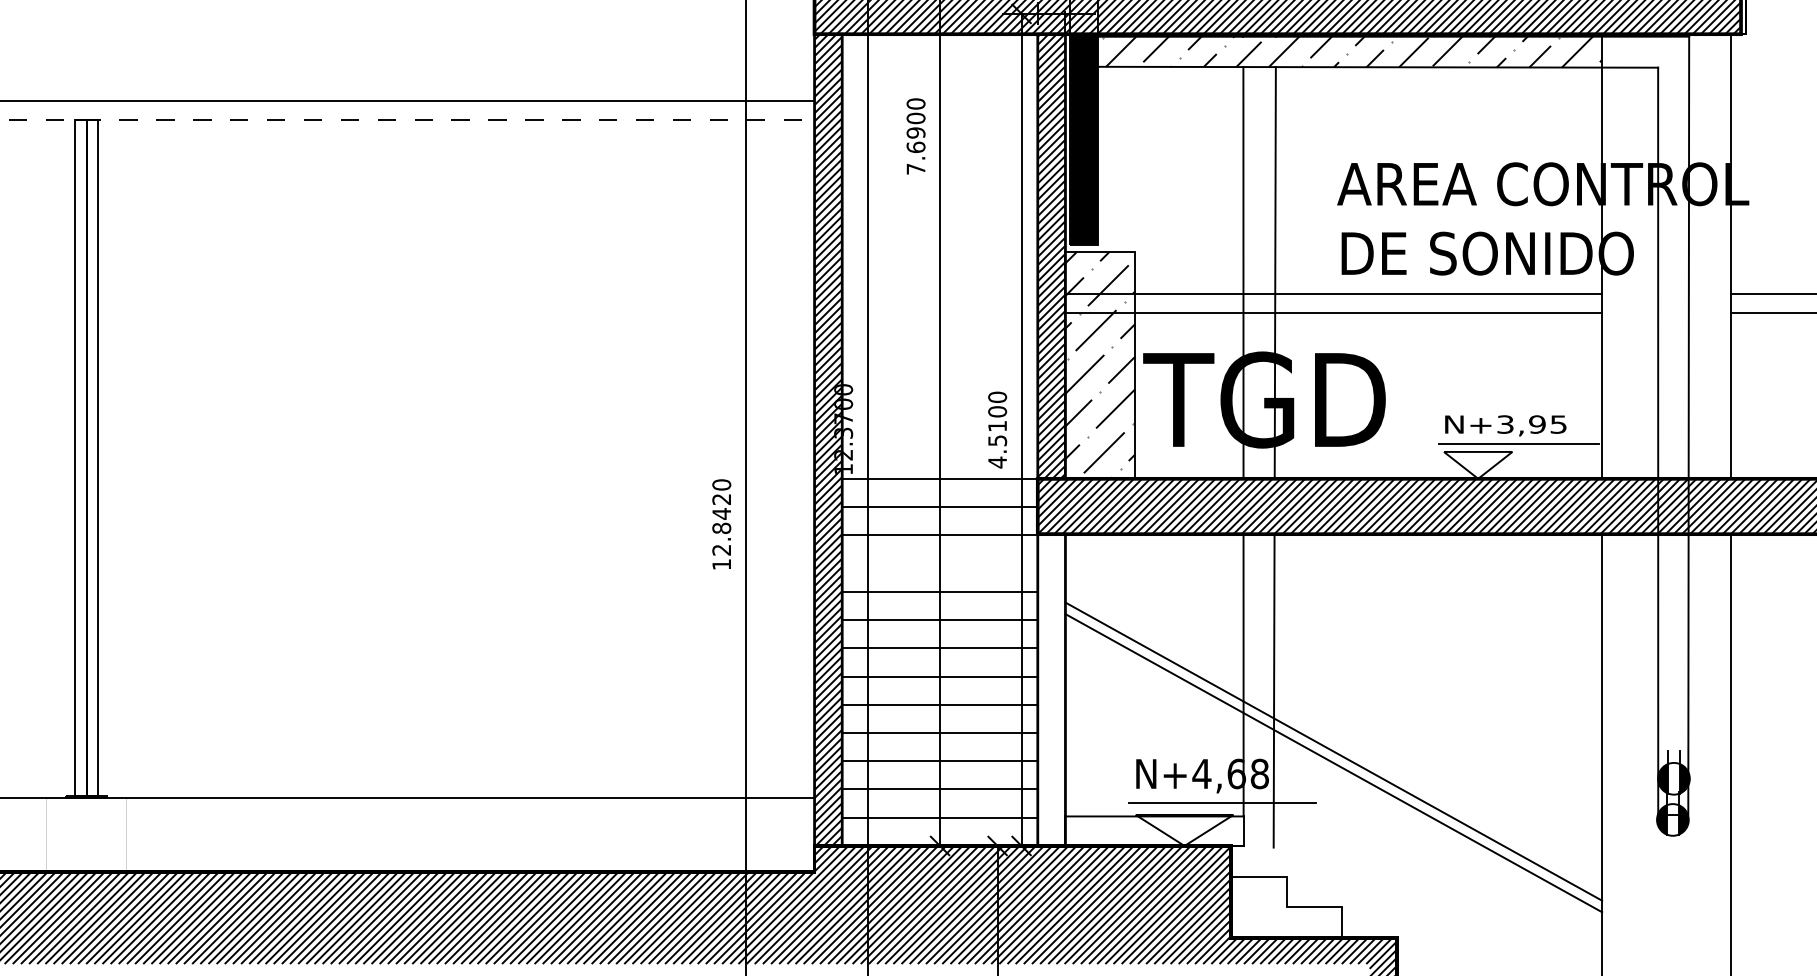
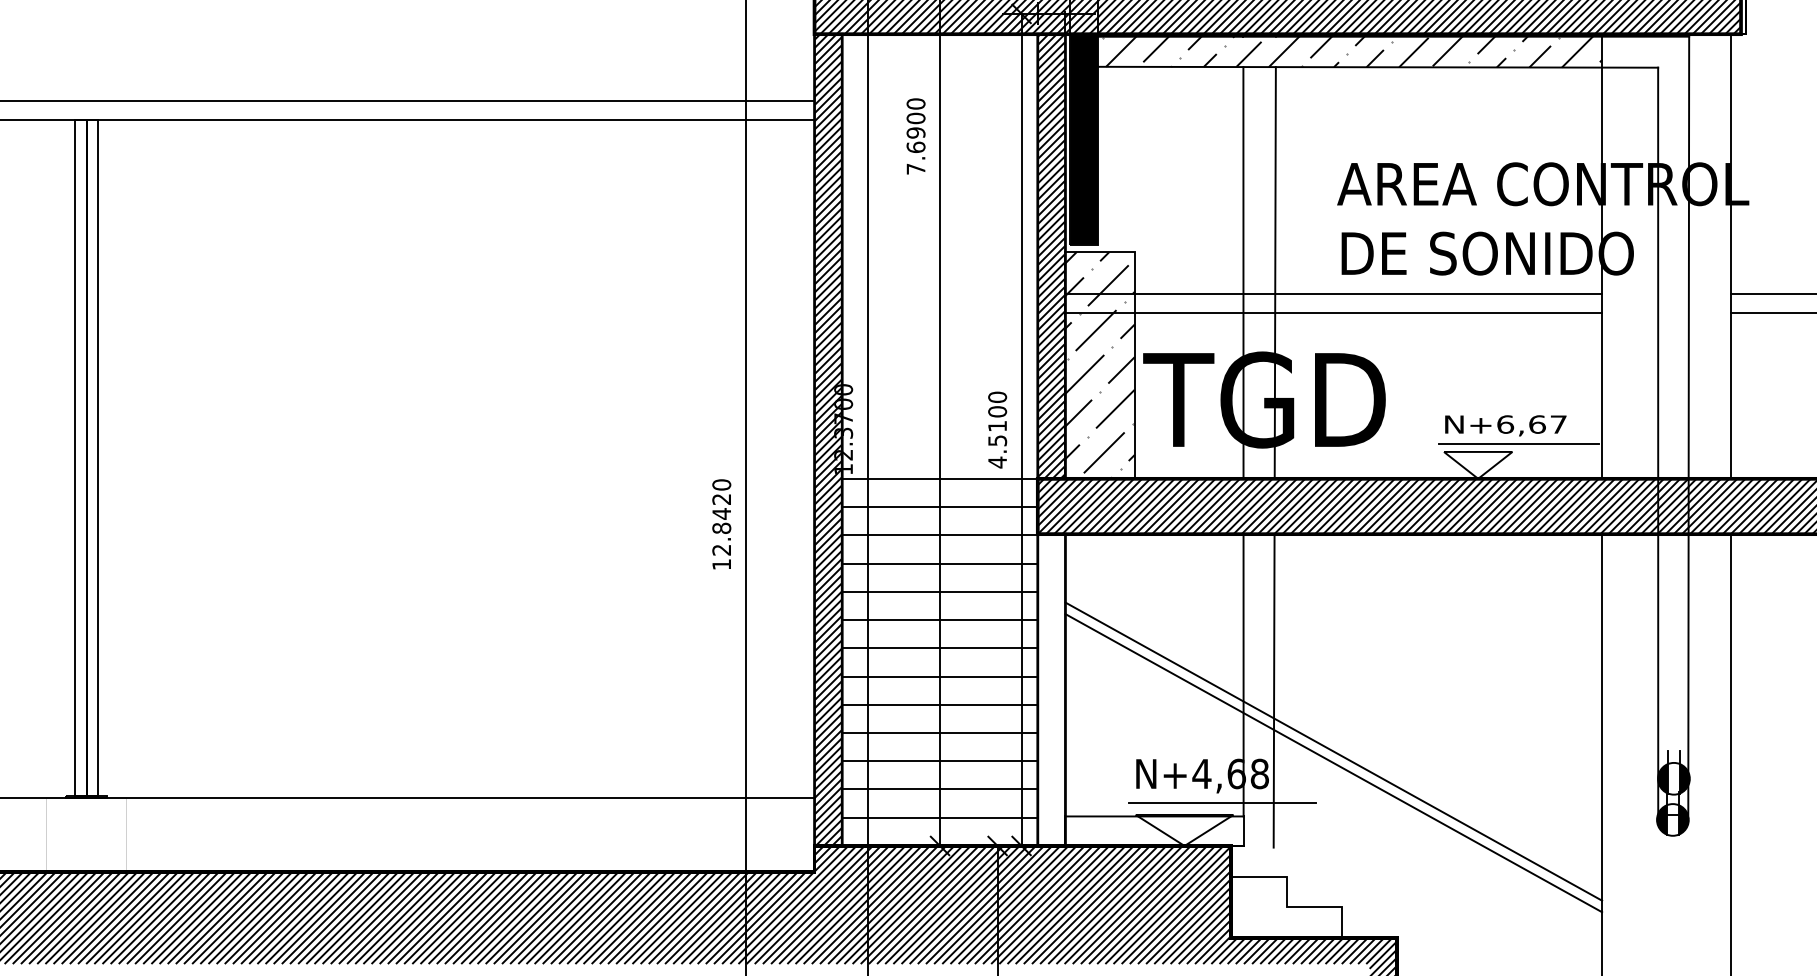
line at (407, 119): dashed -> solid
text at (1531, 424): N+3,95 -> N+6,67
line at (939, 563): none -> present
